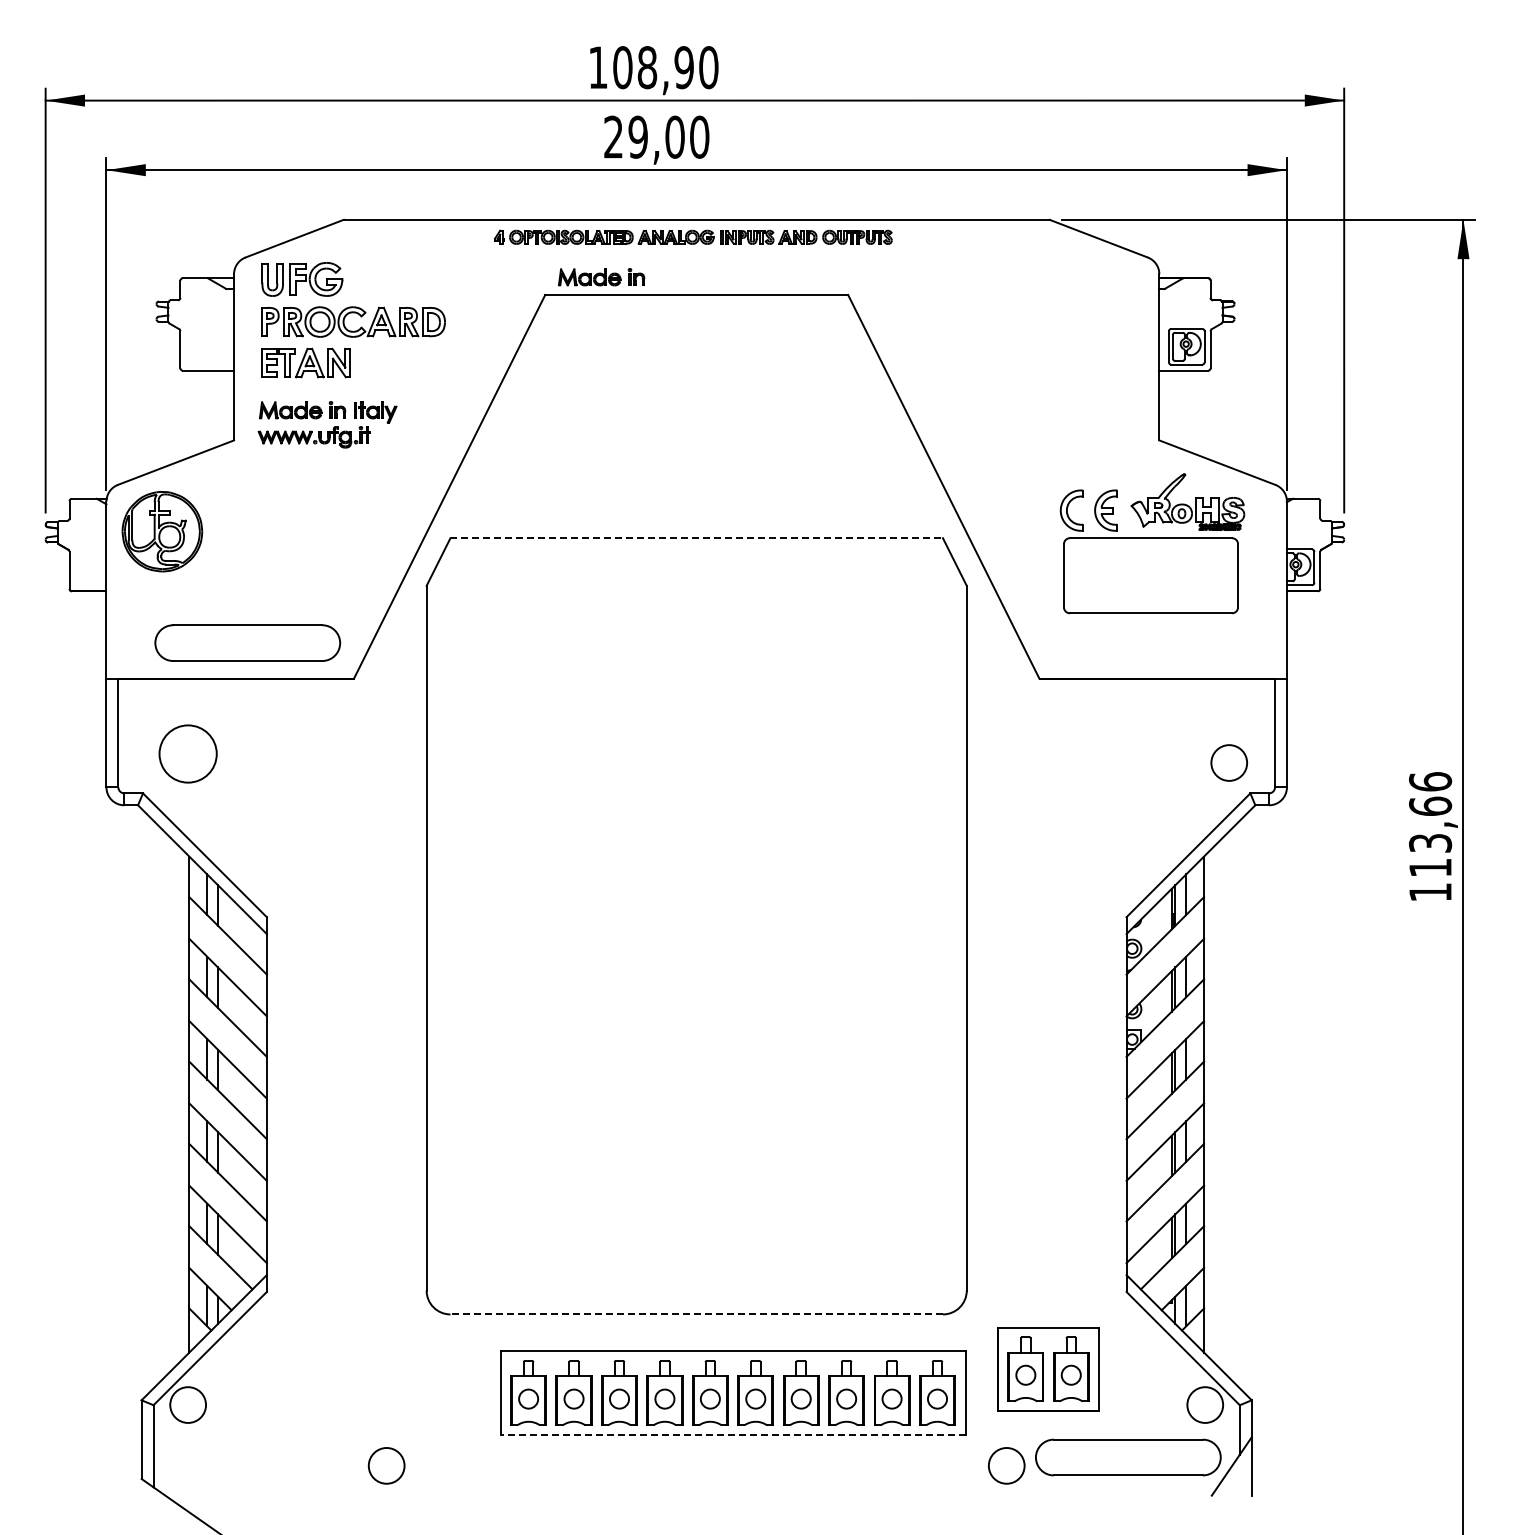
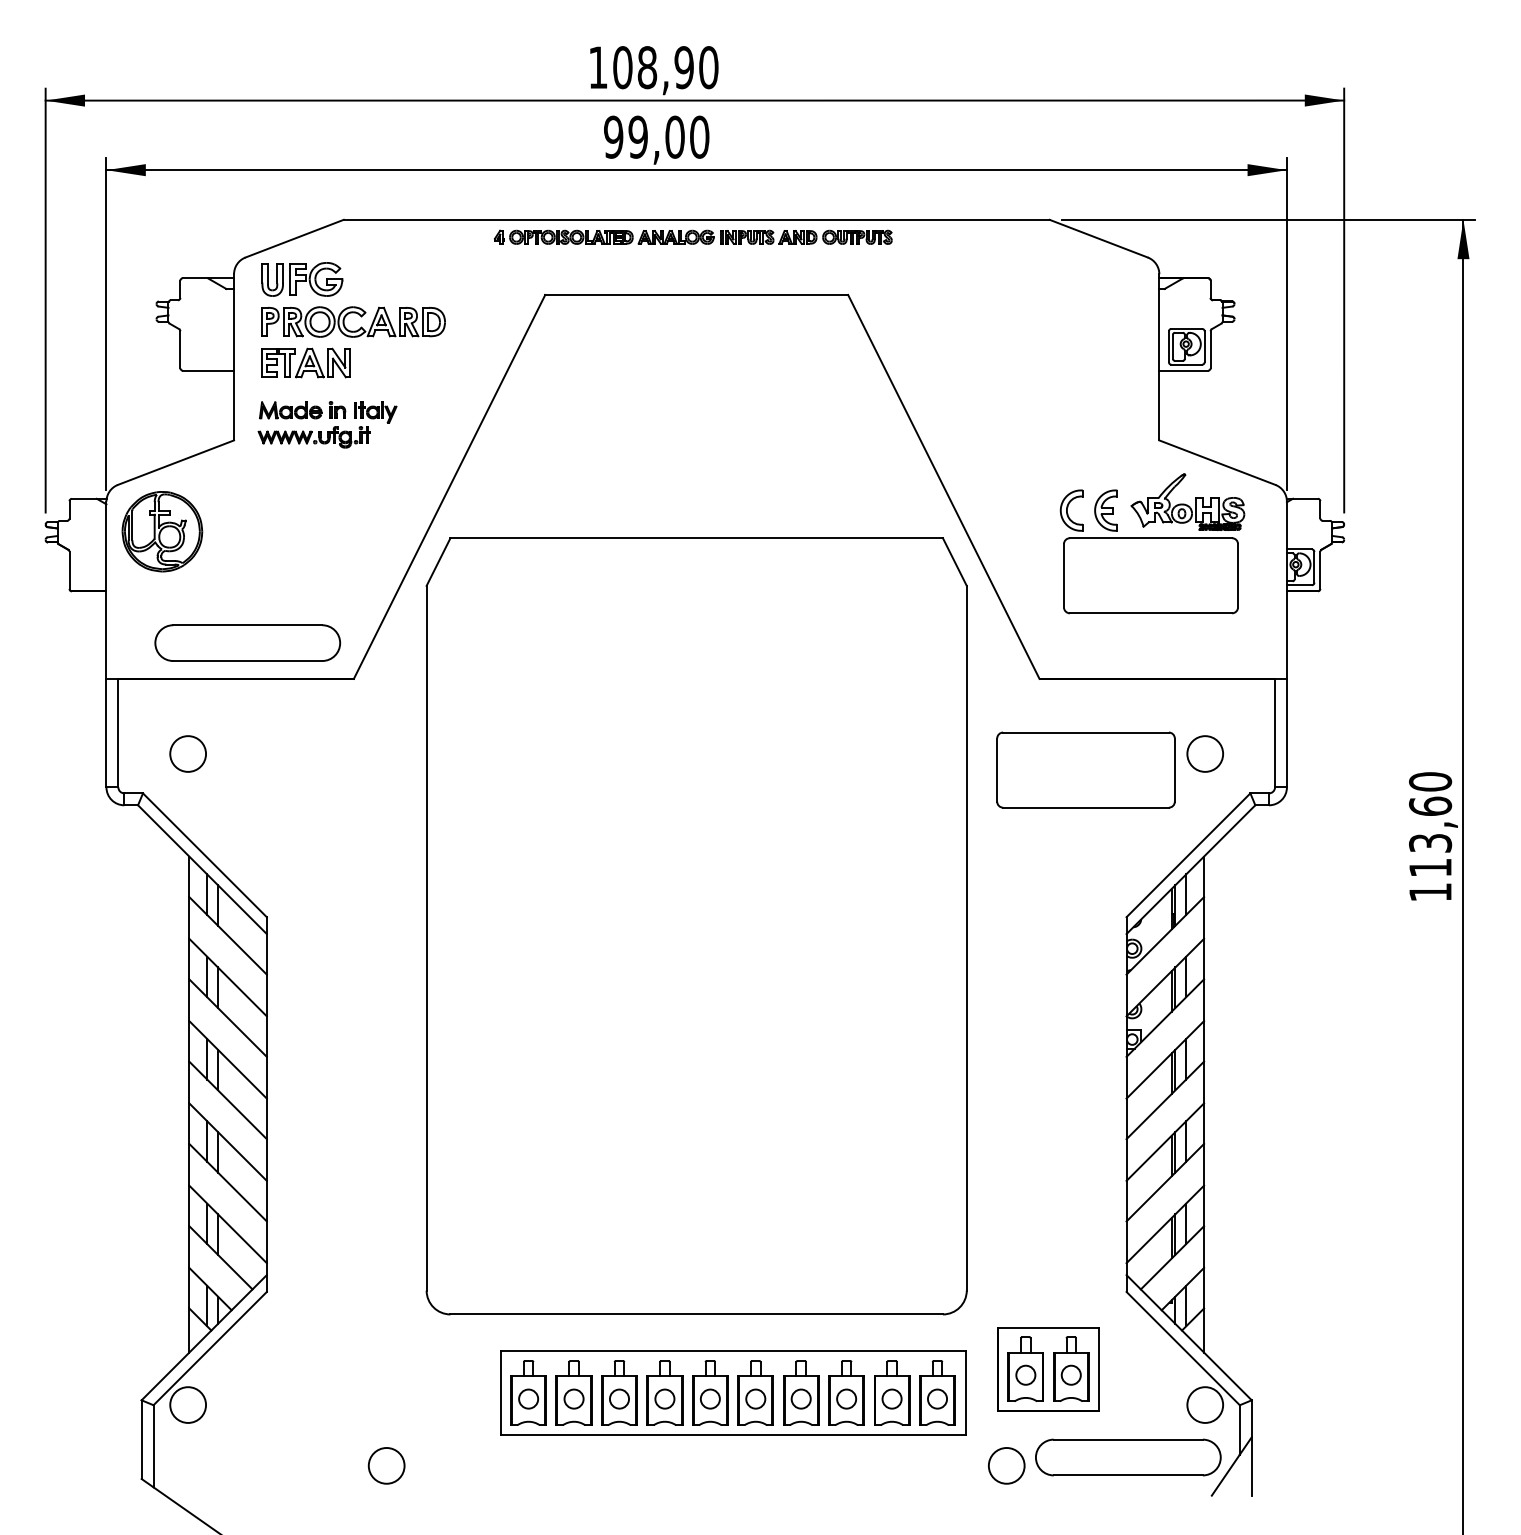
text at (613, 136): 29,00 -> 99,00
part at (601, 277): present -> none
line at (697, 538): dashed -> solid
circle at (187, 753) diameter: 57 px -> 36 px
circle at (1228, 762) position: (1228, 762) -> (1204, 753)
part at (1085, 769): none -> present
text at (1430, 781): 113,66 -> 113,60
line at (696, 1314): dashed -> solid
line at (733, 1434): dashed -> solid
